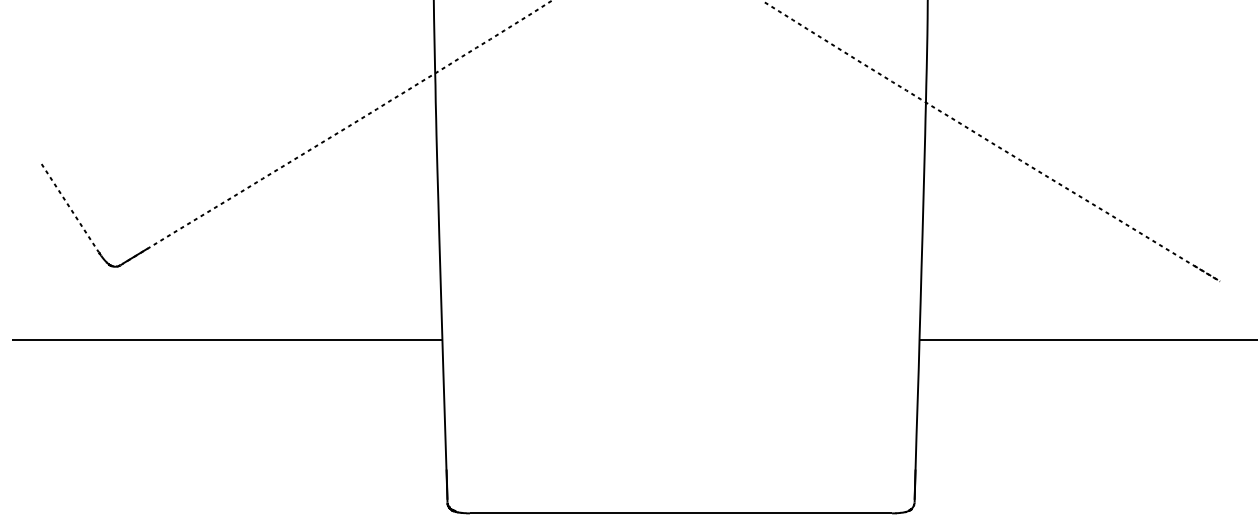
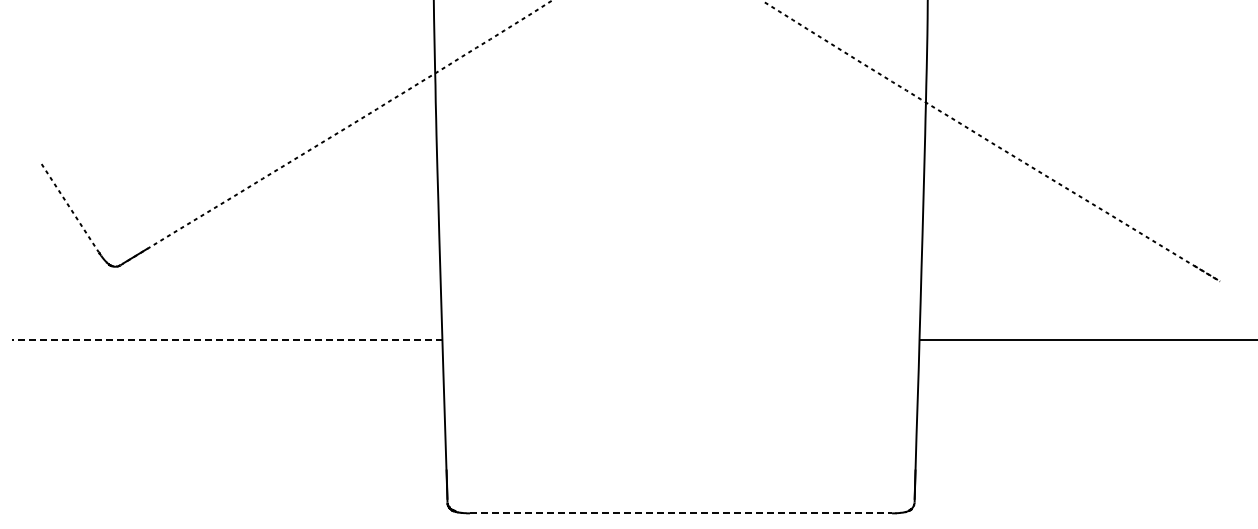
line at (226, 339): solid -> dashed
line at (681, 513): solid -> dashed
